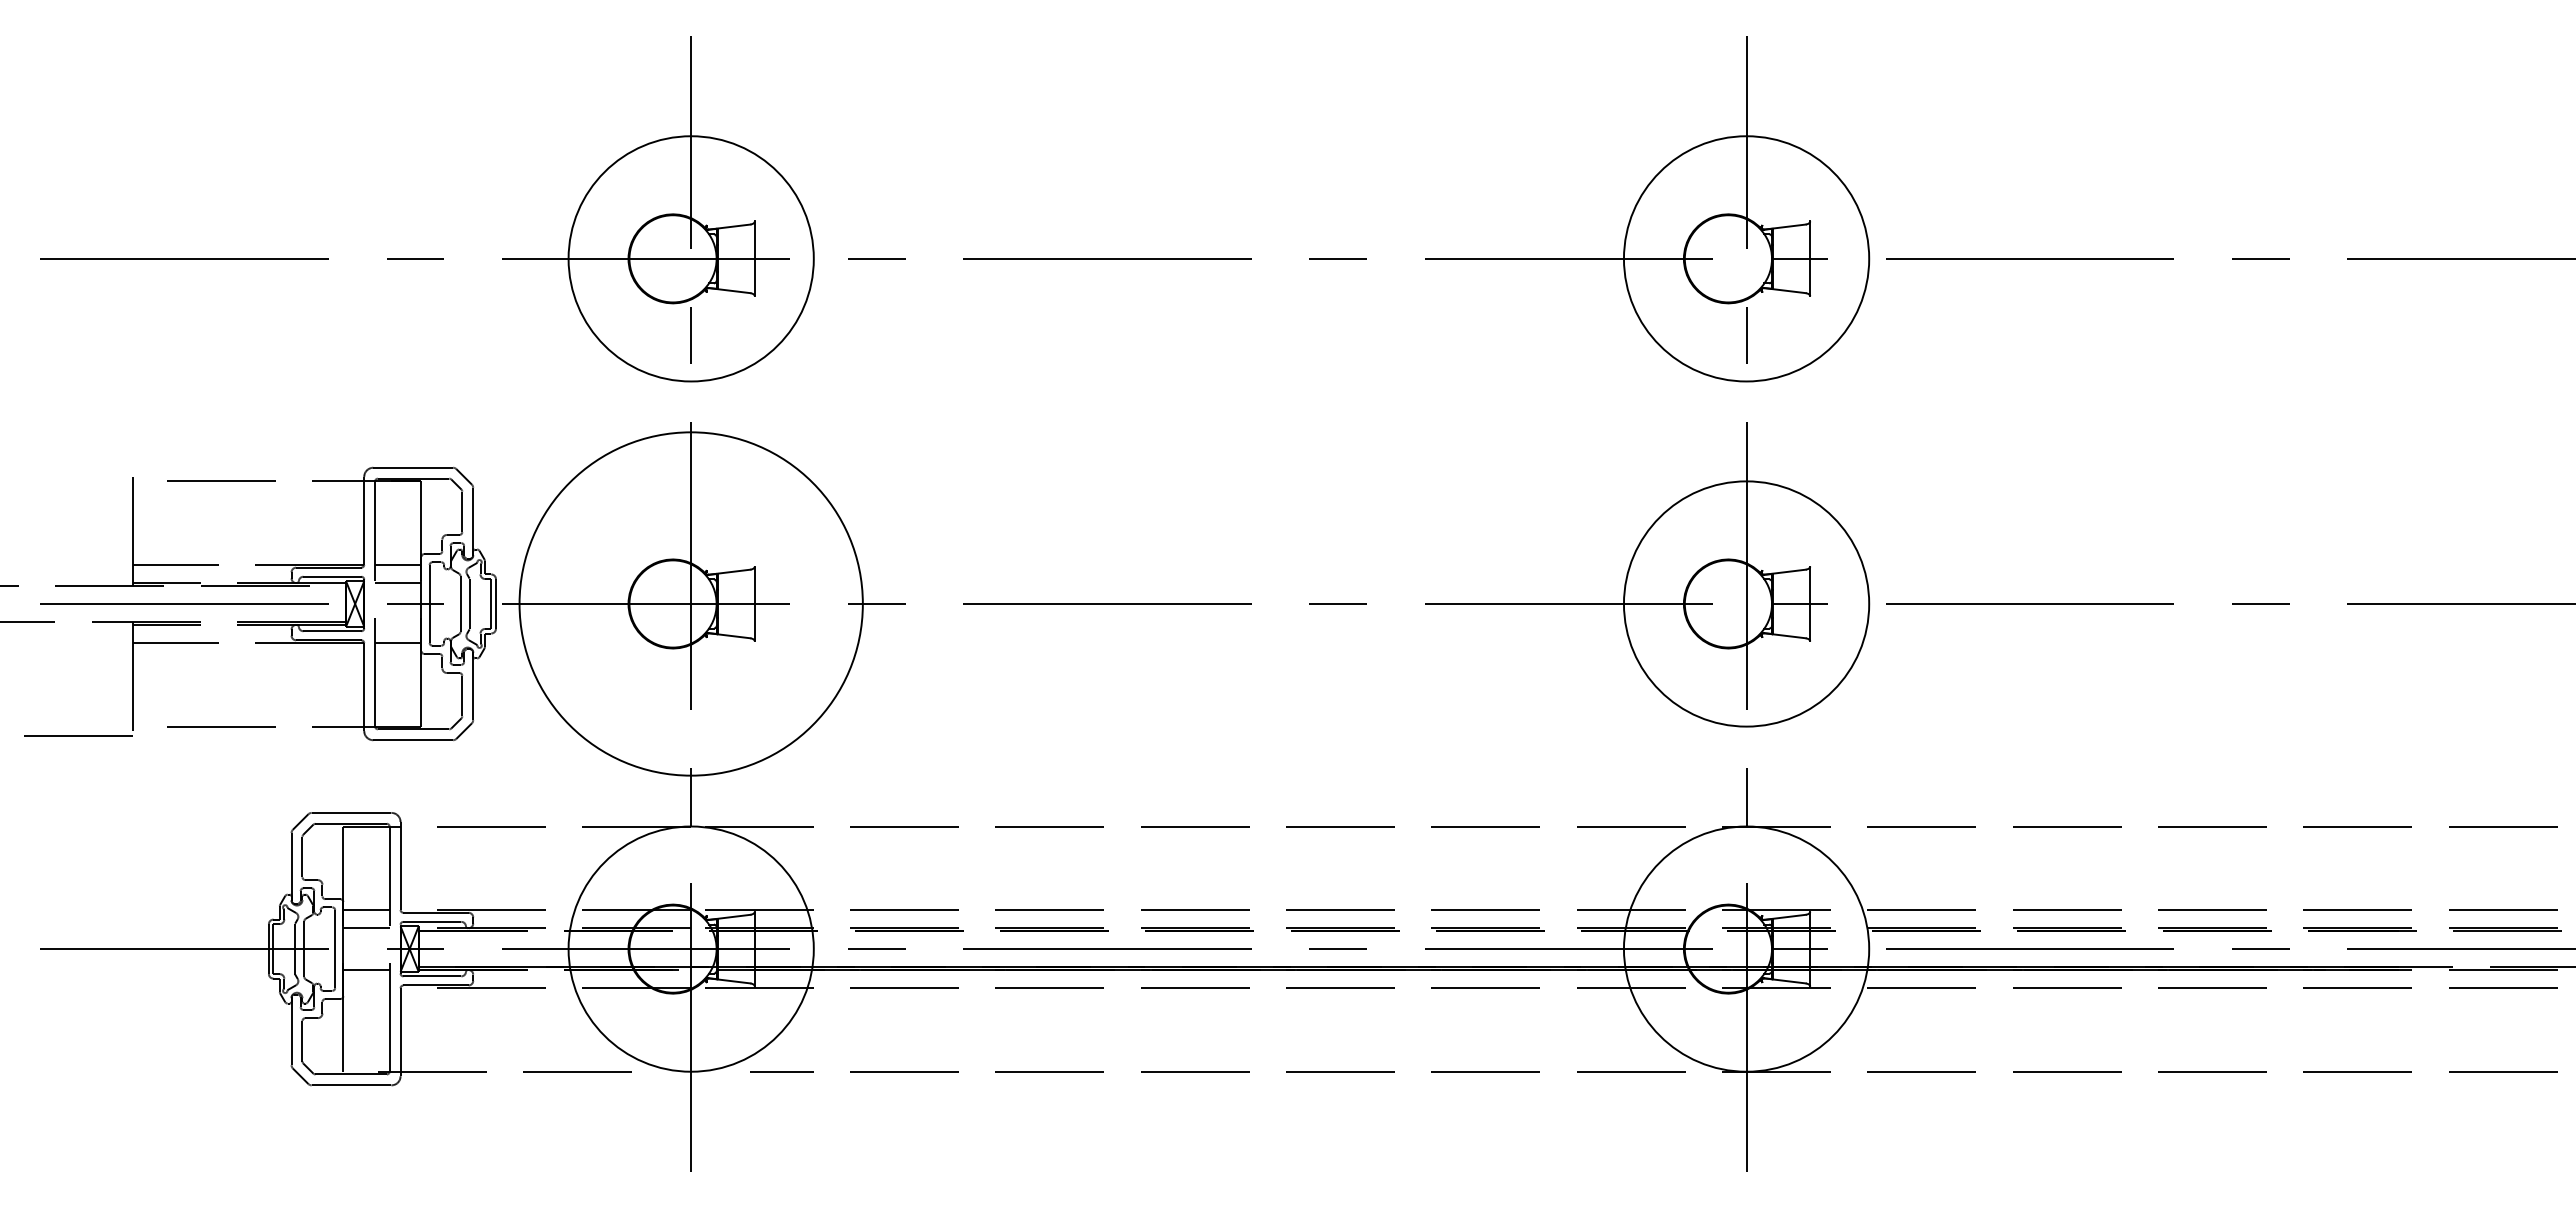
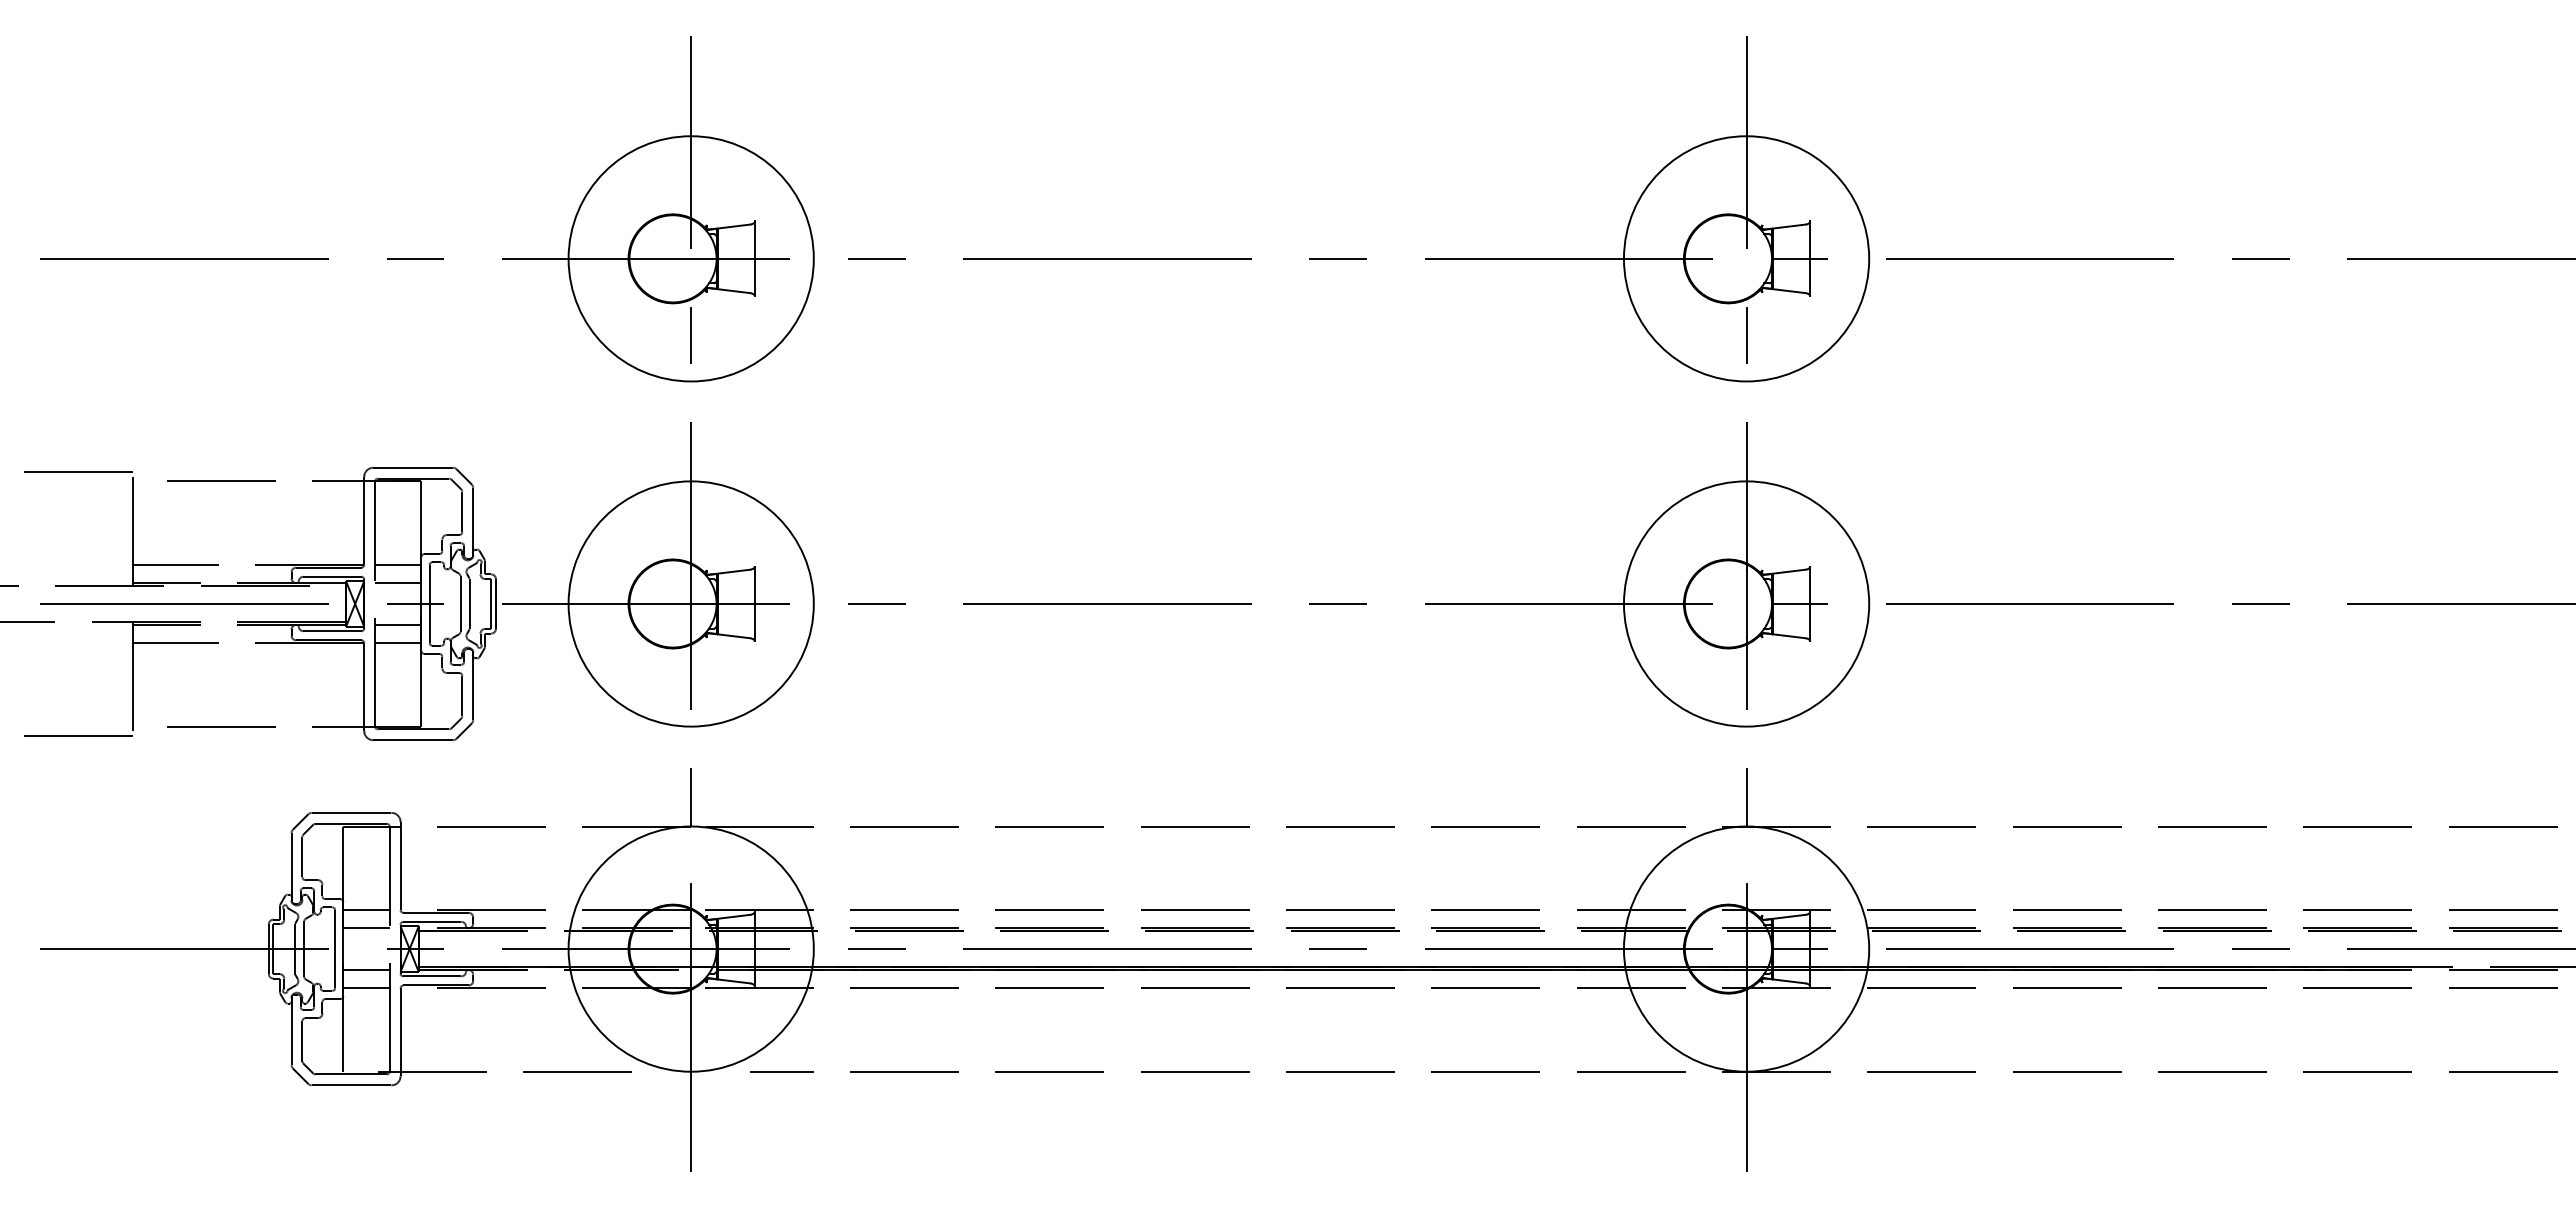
line at (73, 472): none -> present
circle at (690, 603) diameter: 343 px -> 245 px
line at (398, 624): none -> present
line at (366, 988): none -> present
